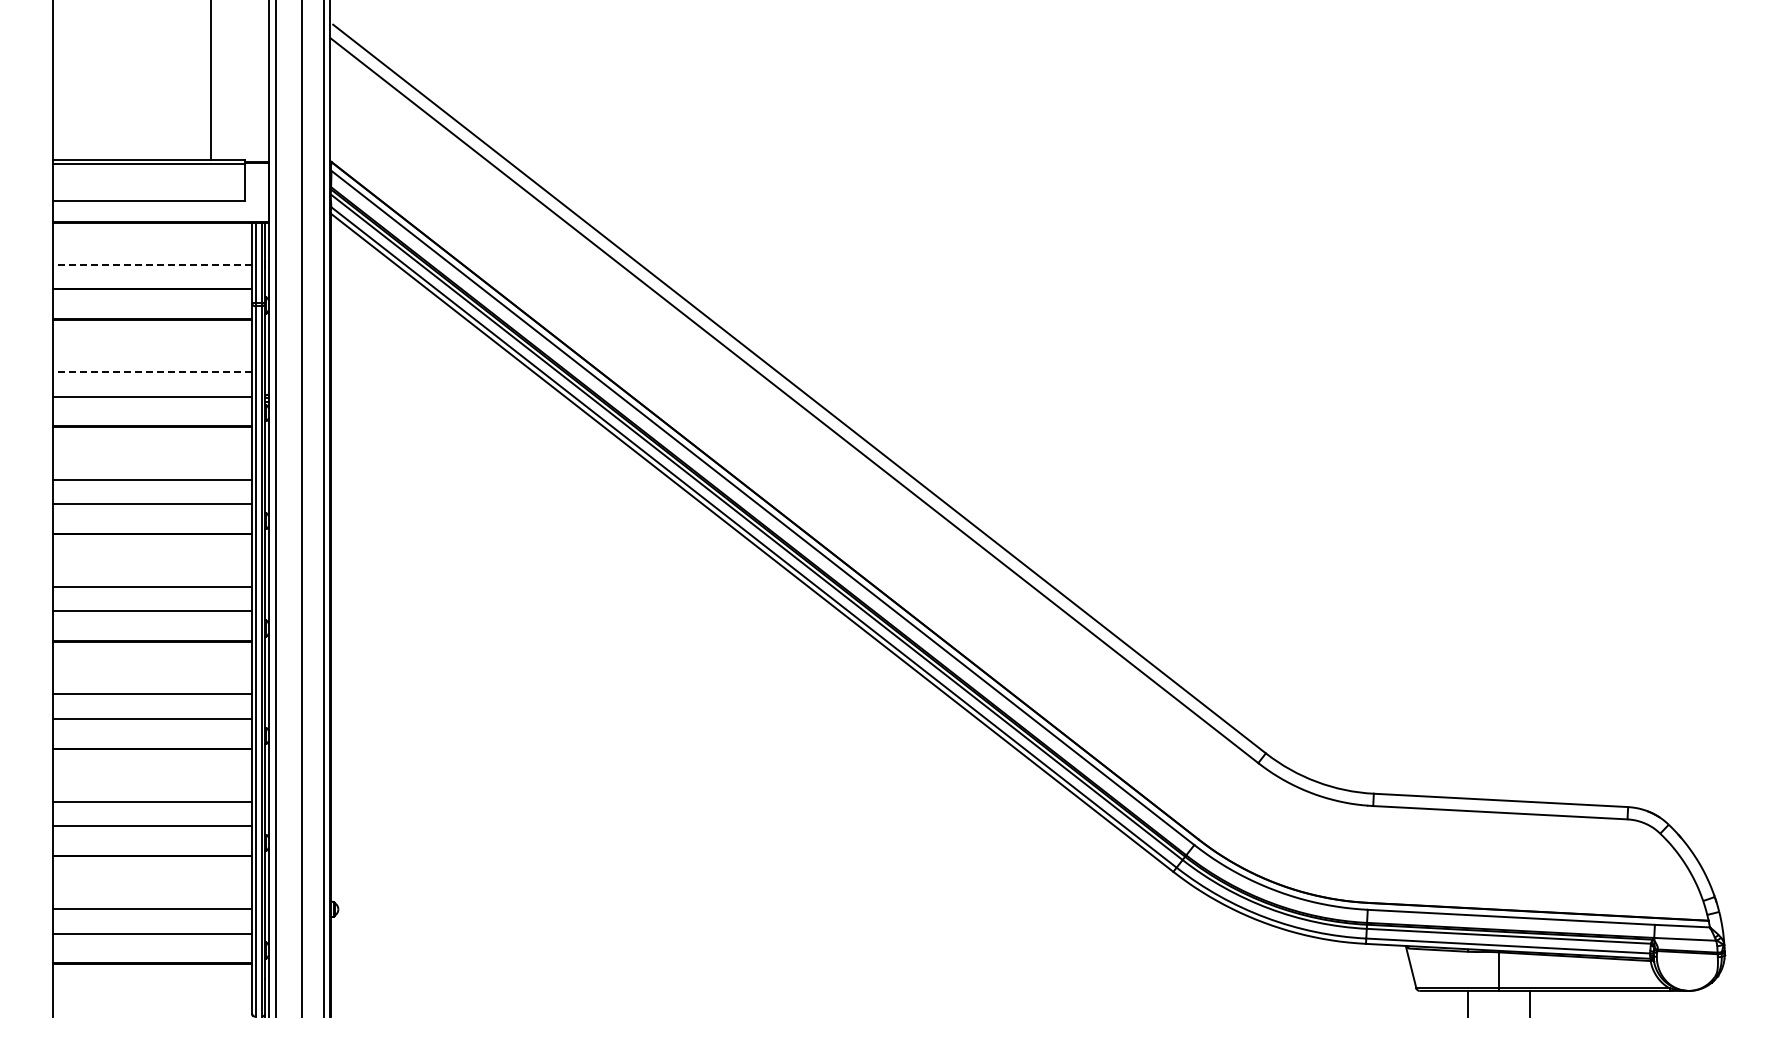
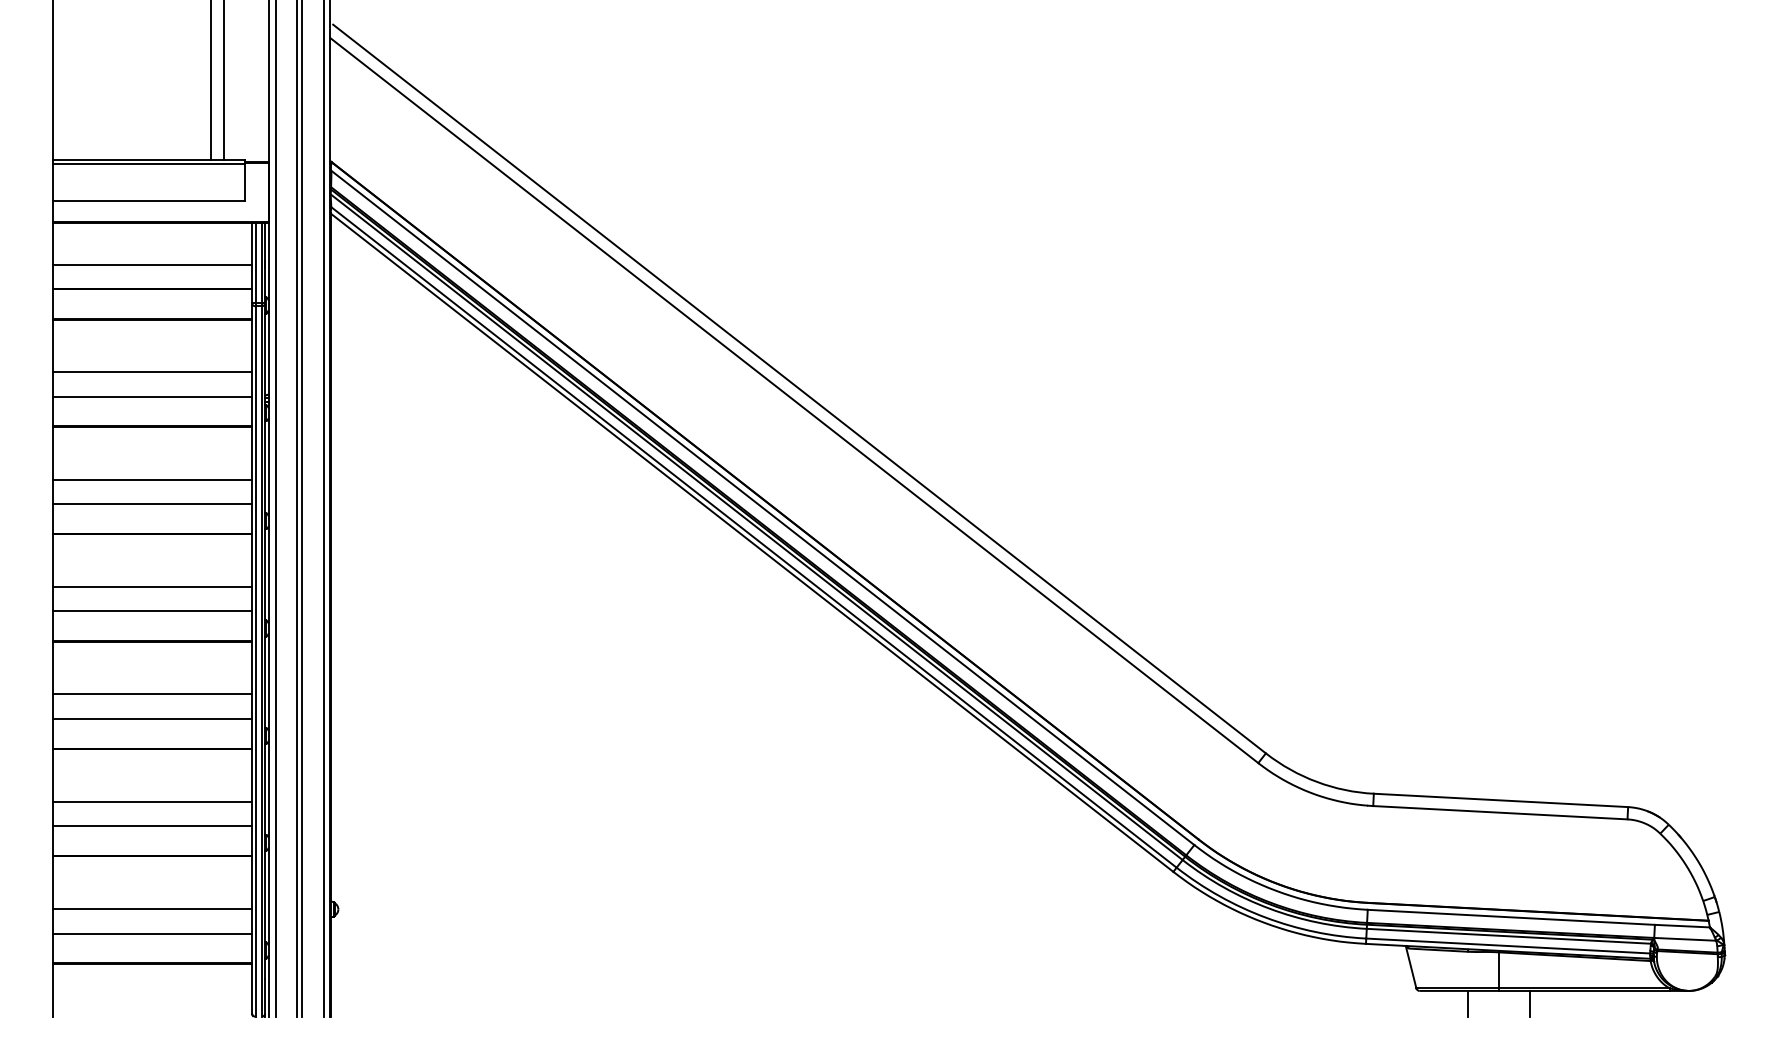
line at (224, 81): none -> present
line at (152, 264): dashed -> solid
line at (152, 372): dashed -> solid
line at (296, 509): none -> present
